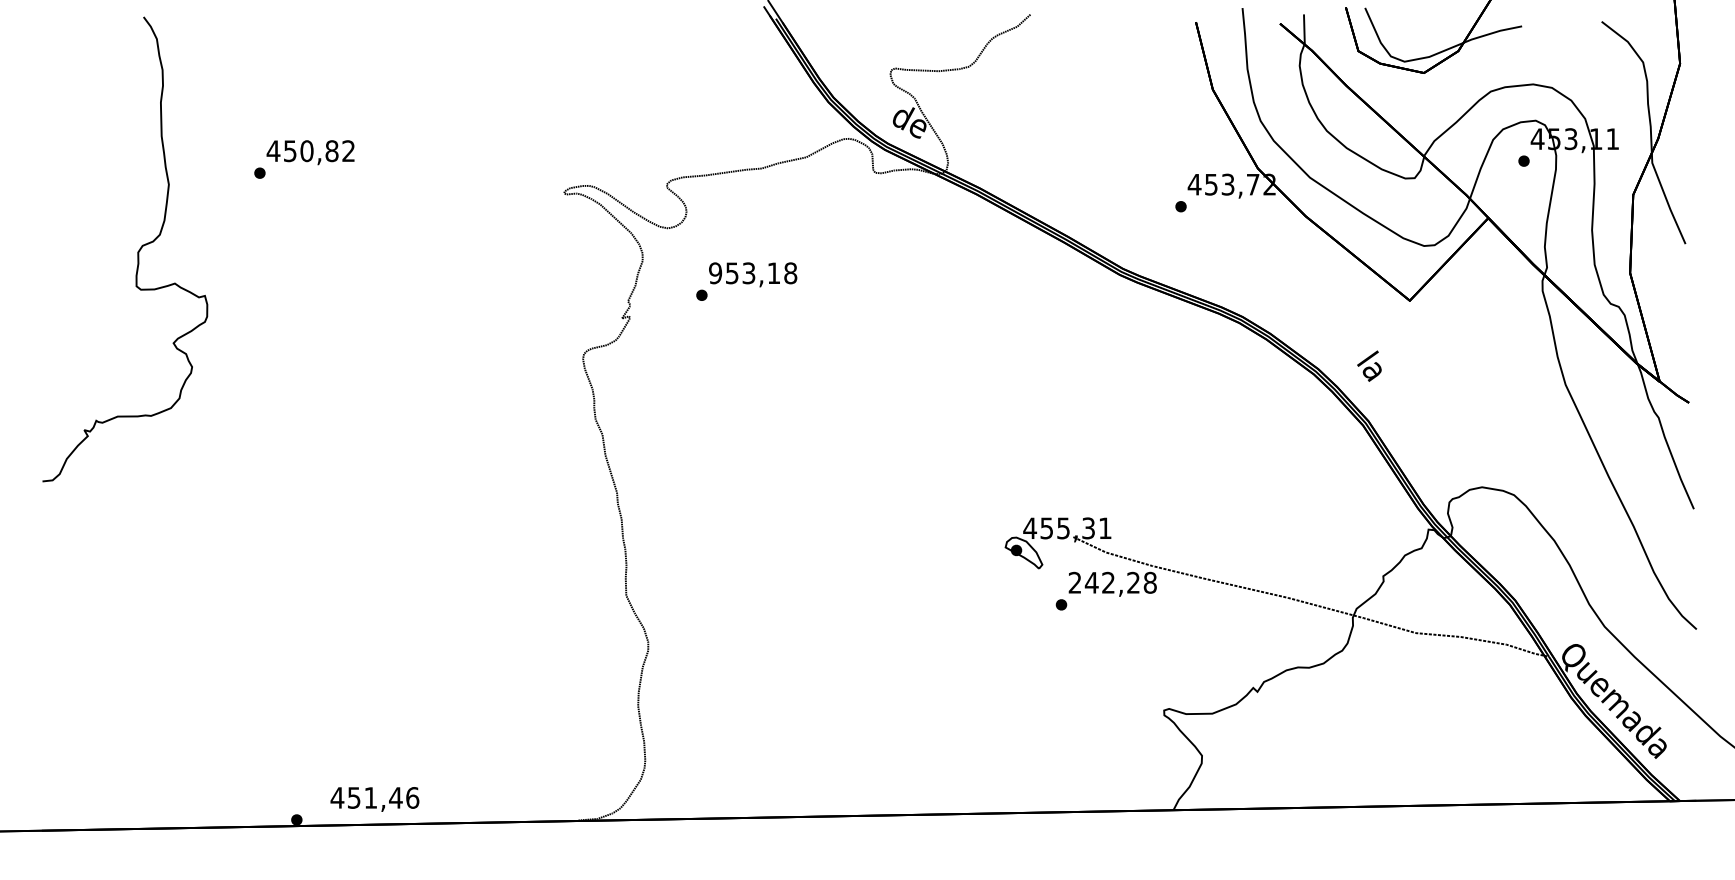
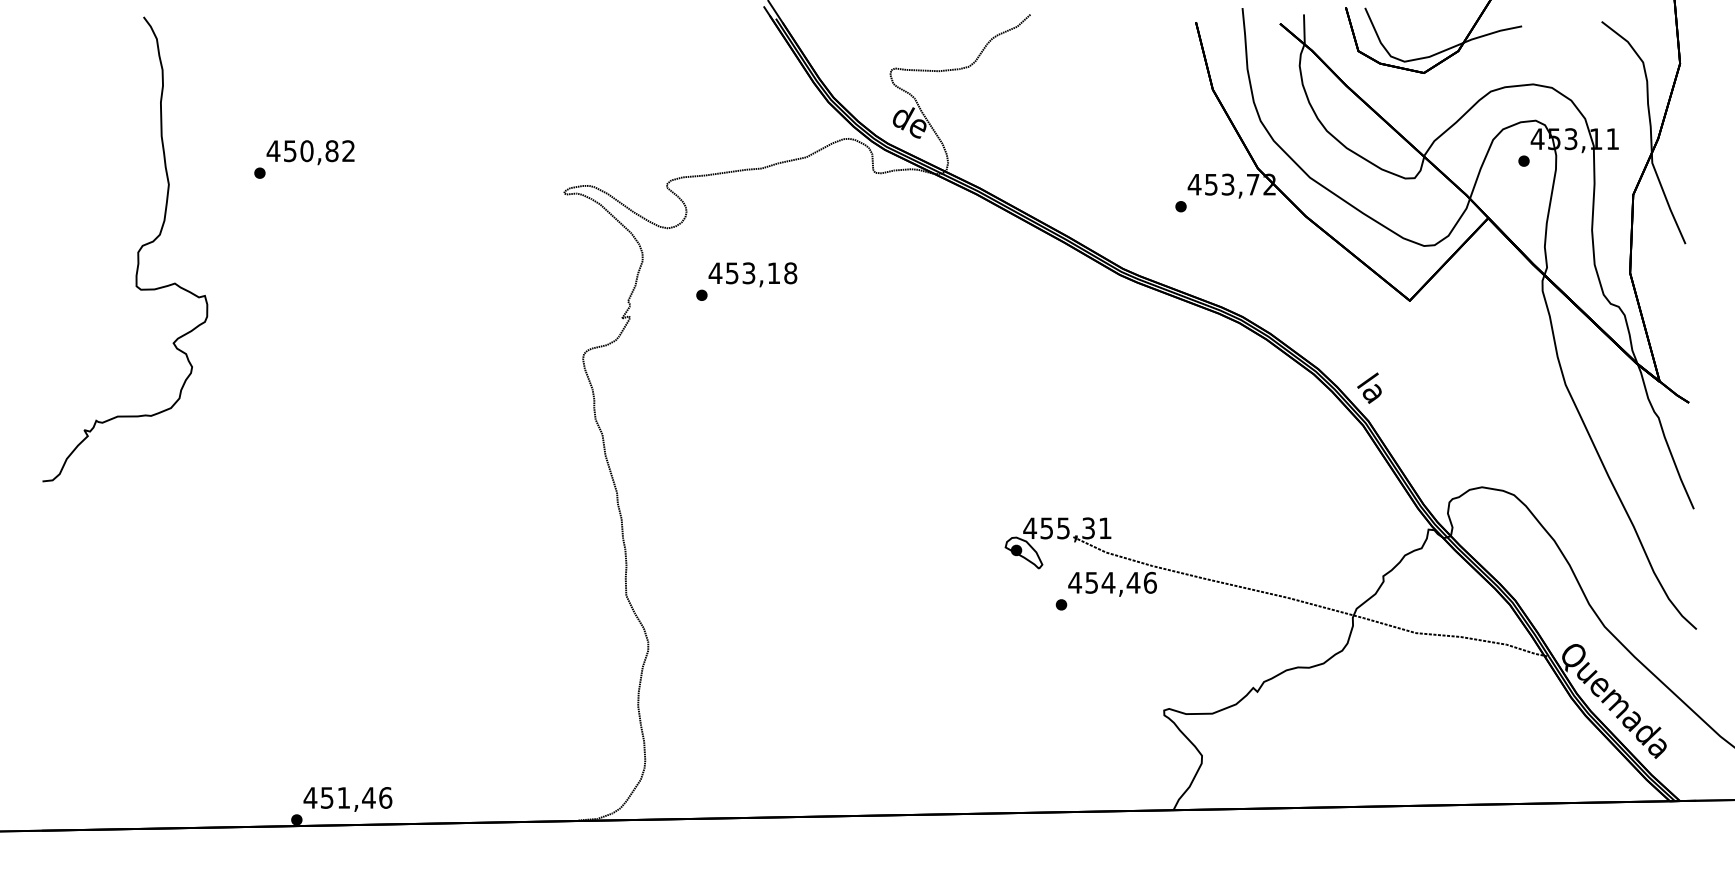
text at (715, 273): 953,18 -> 453,18
text at (1369, 365) position: (1369, 365) -> (1369, 387)
text at (1112, 582): 242,28 -> 454,46
text at (374, 799) position: (374, 799) -> (347, 799)
